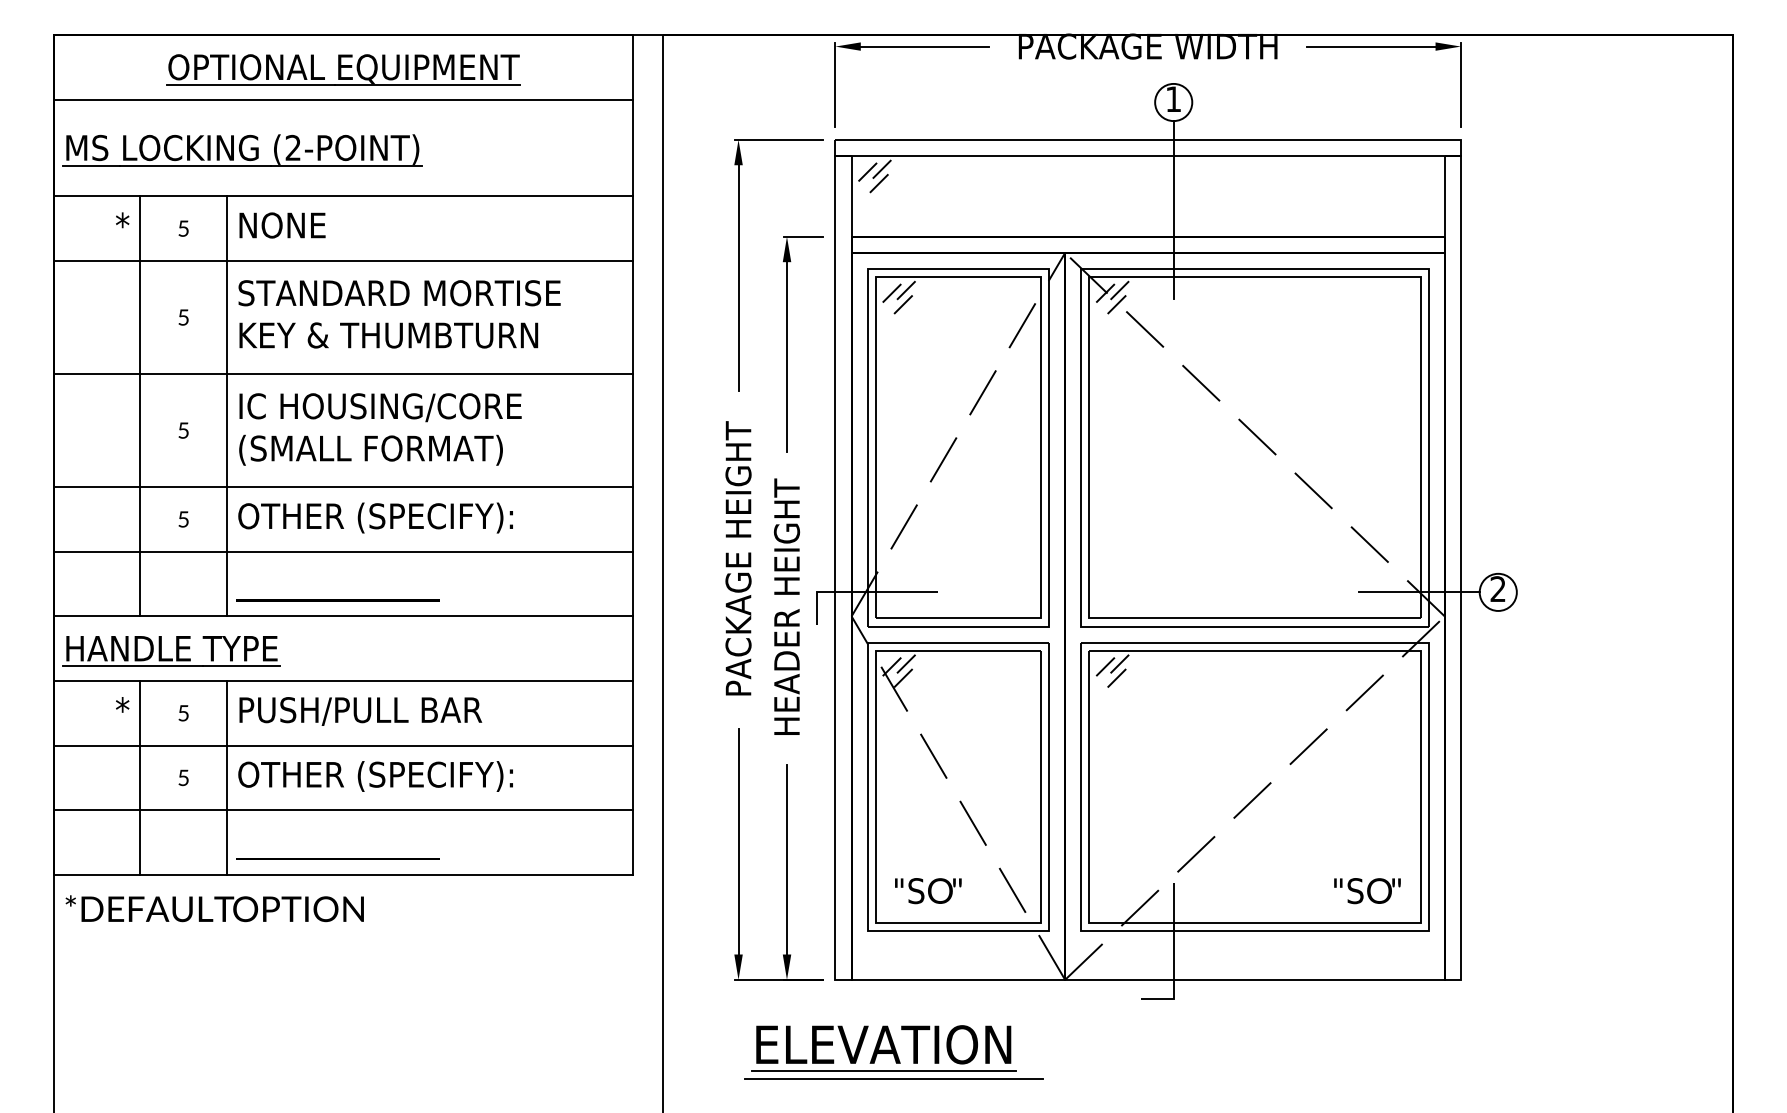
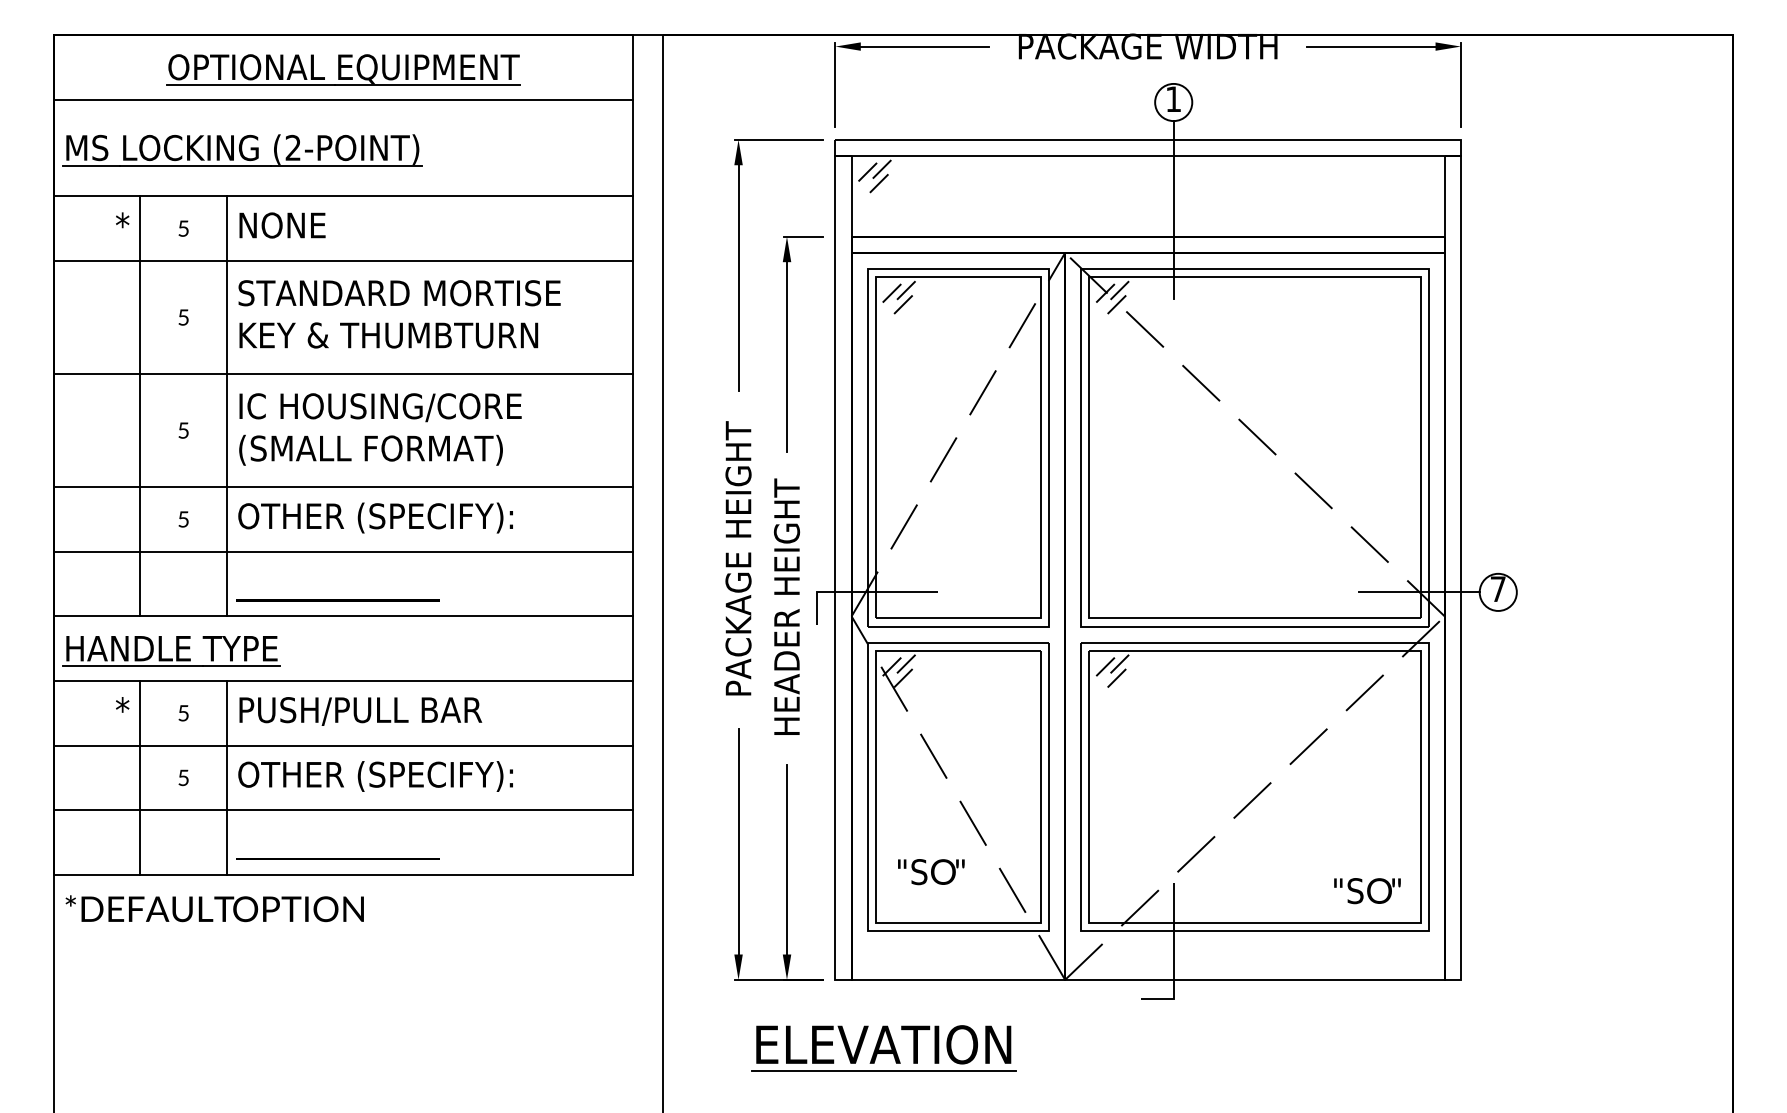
text at (1497, 588): 2 -> 7
text at (928, 891) position: (928, 891) -> (931, 872)
line at (893, 1078): present -> none
